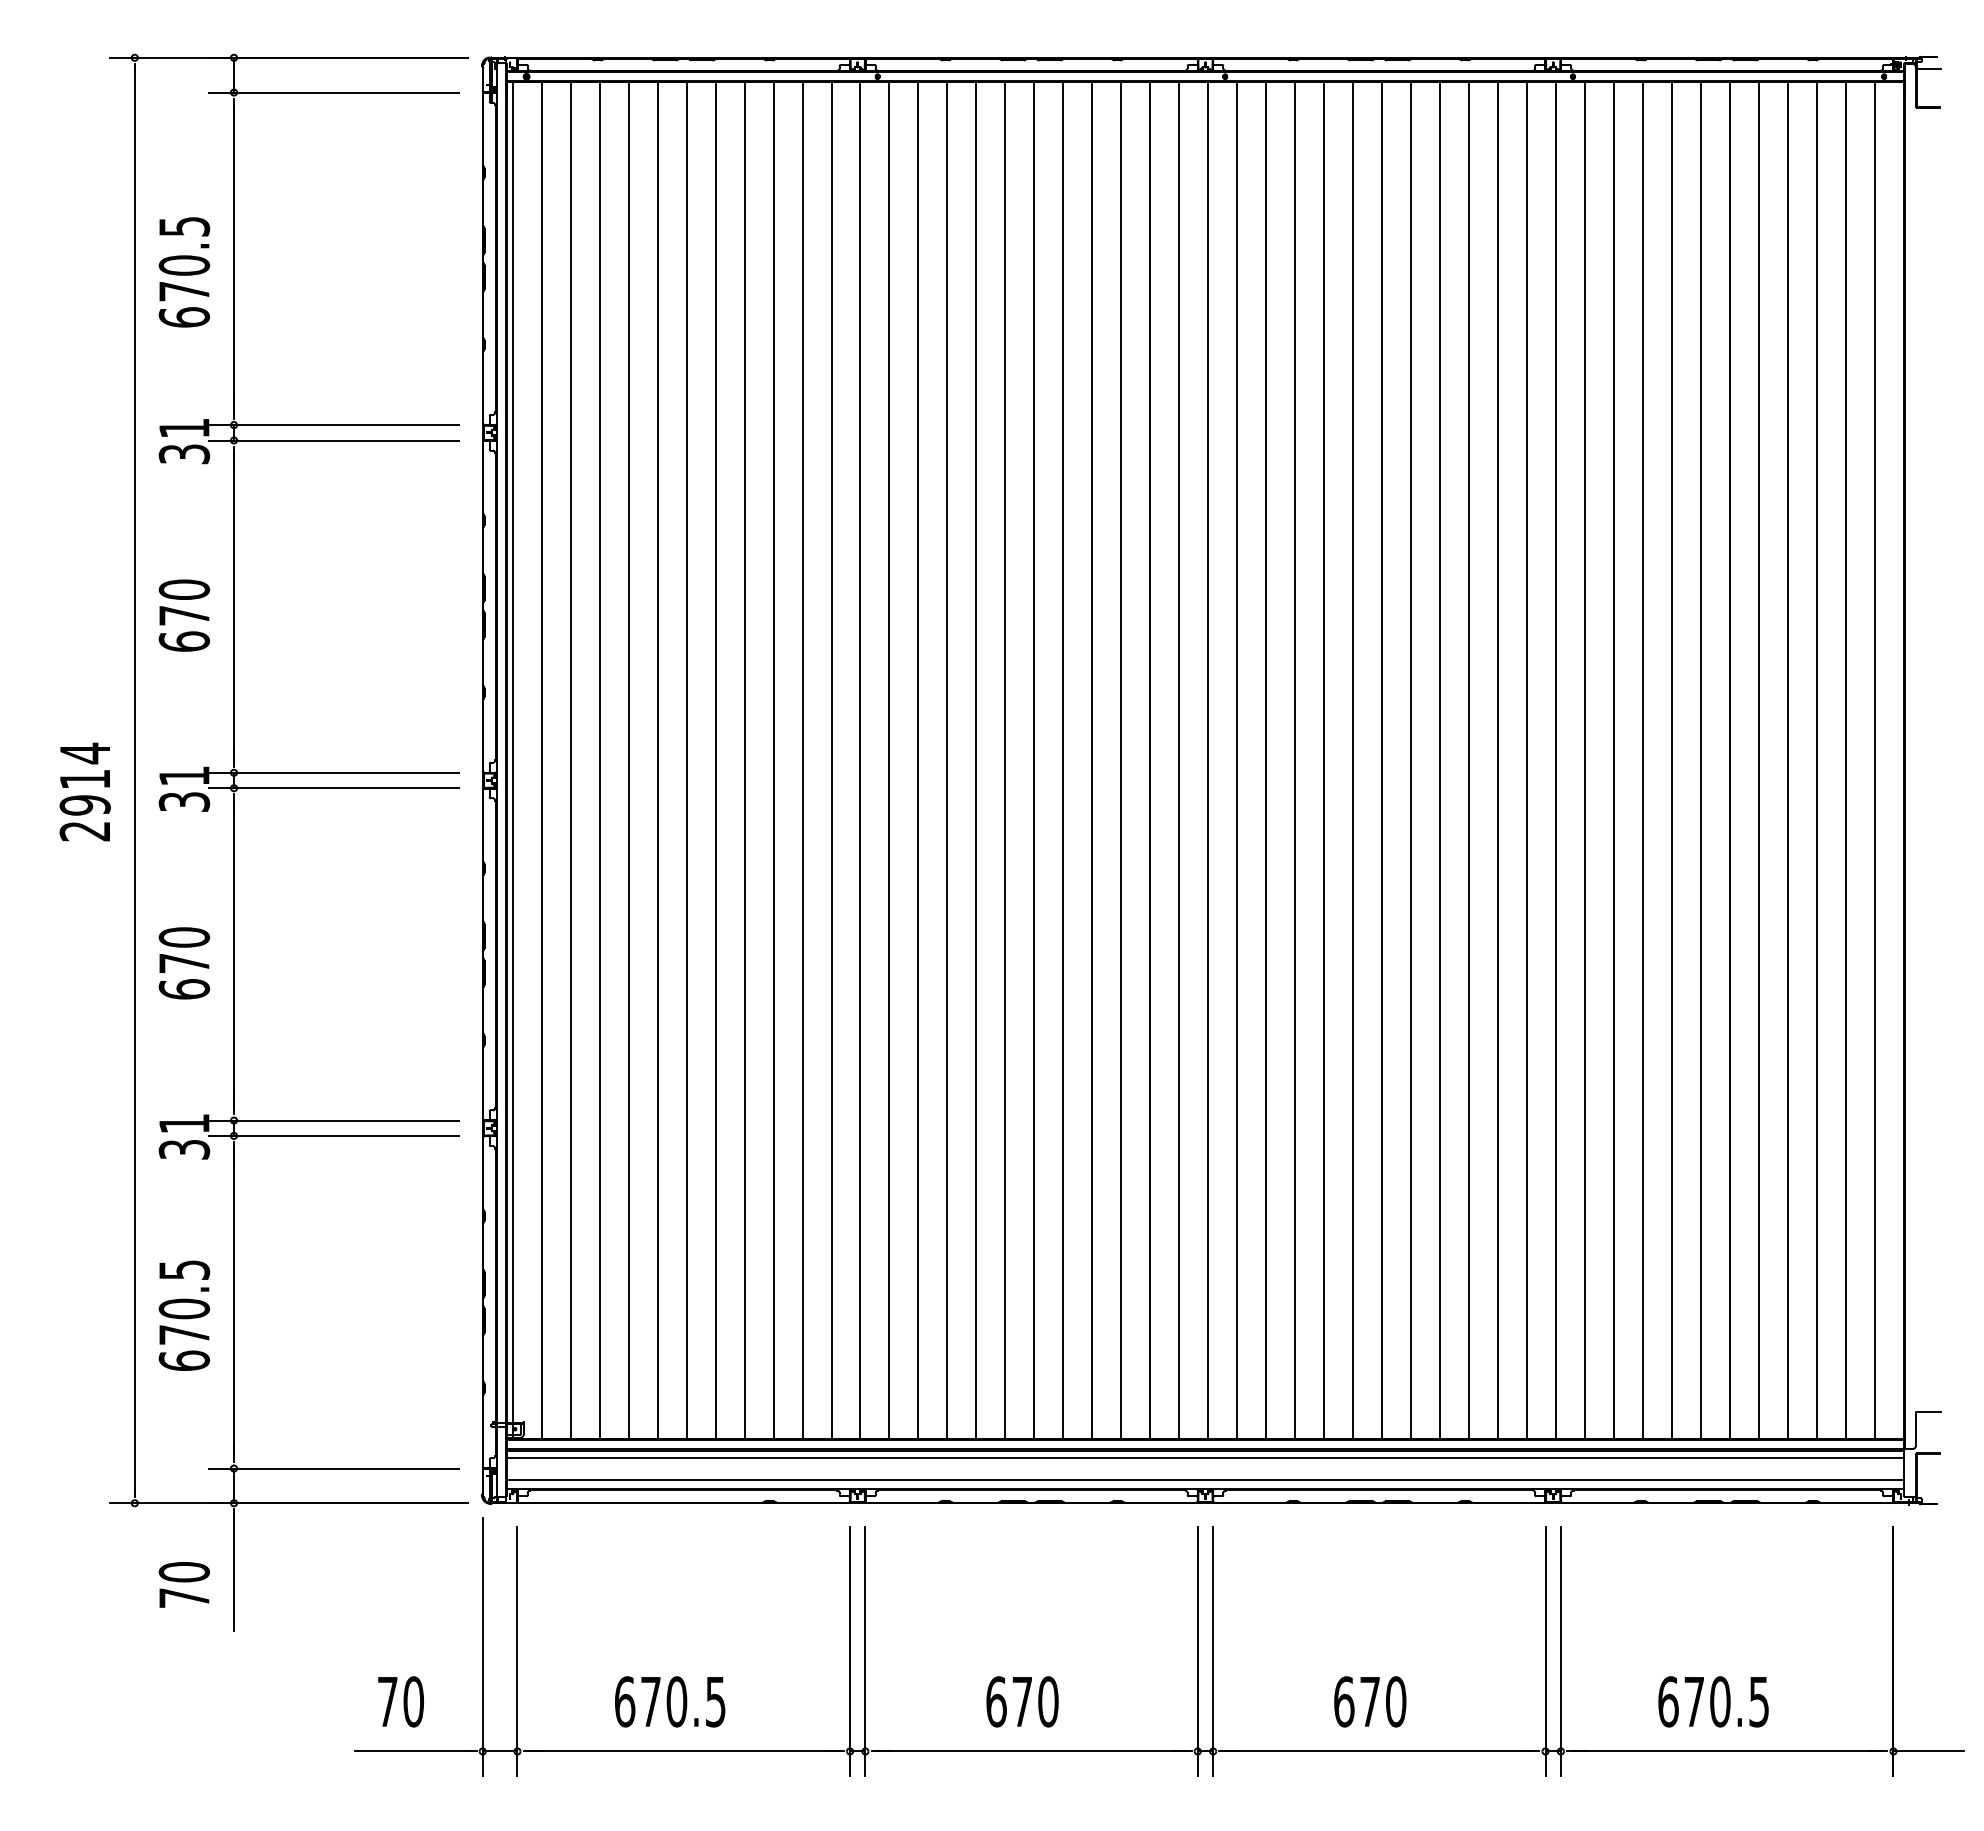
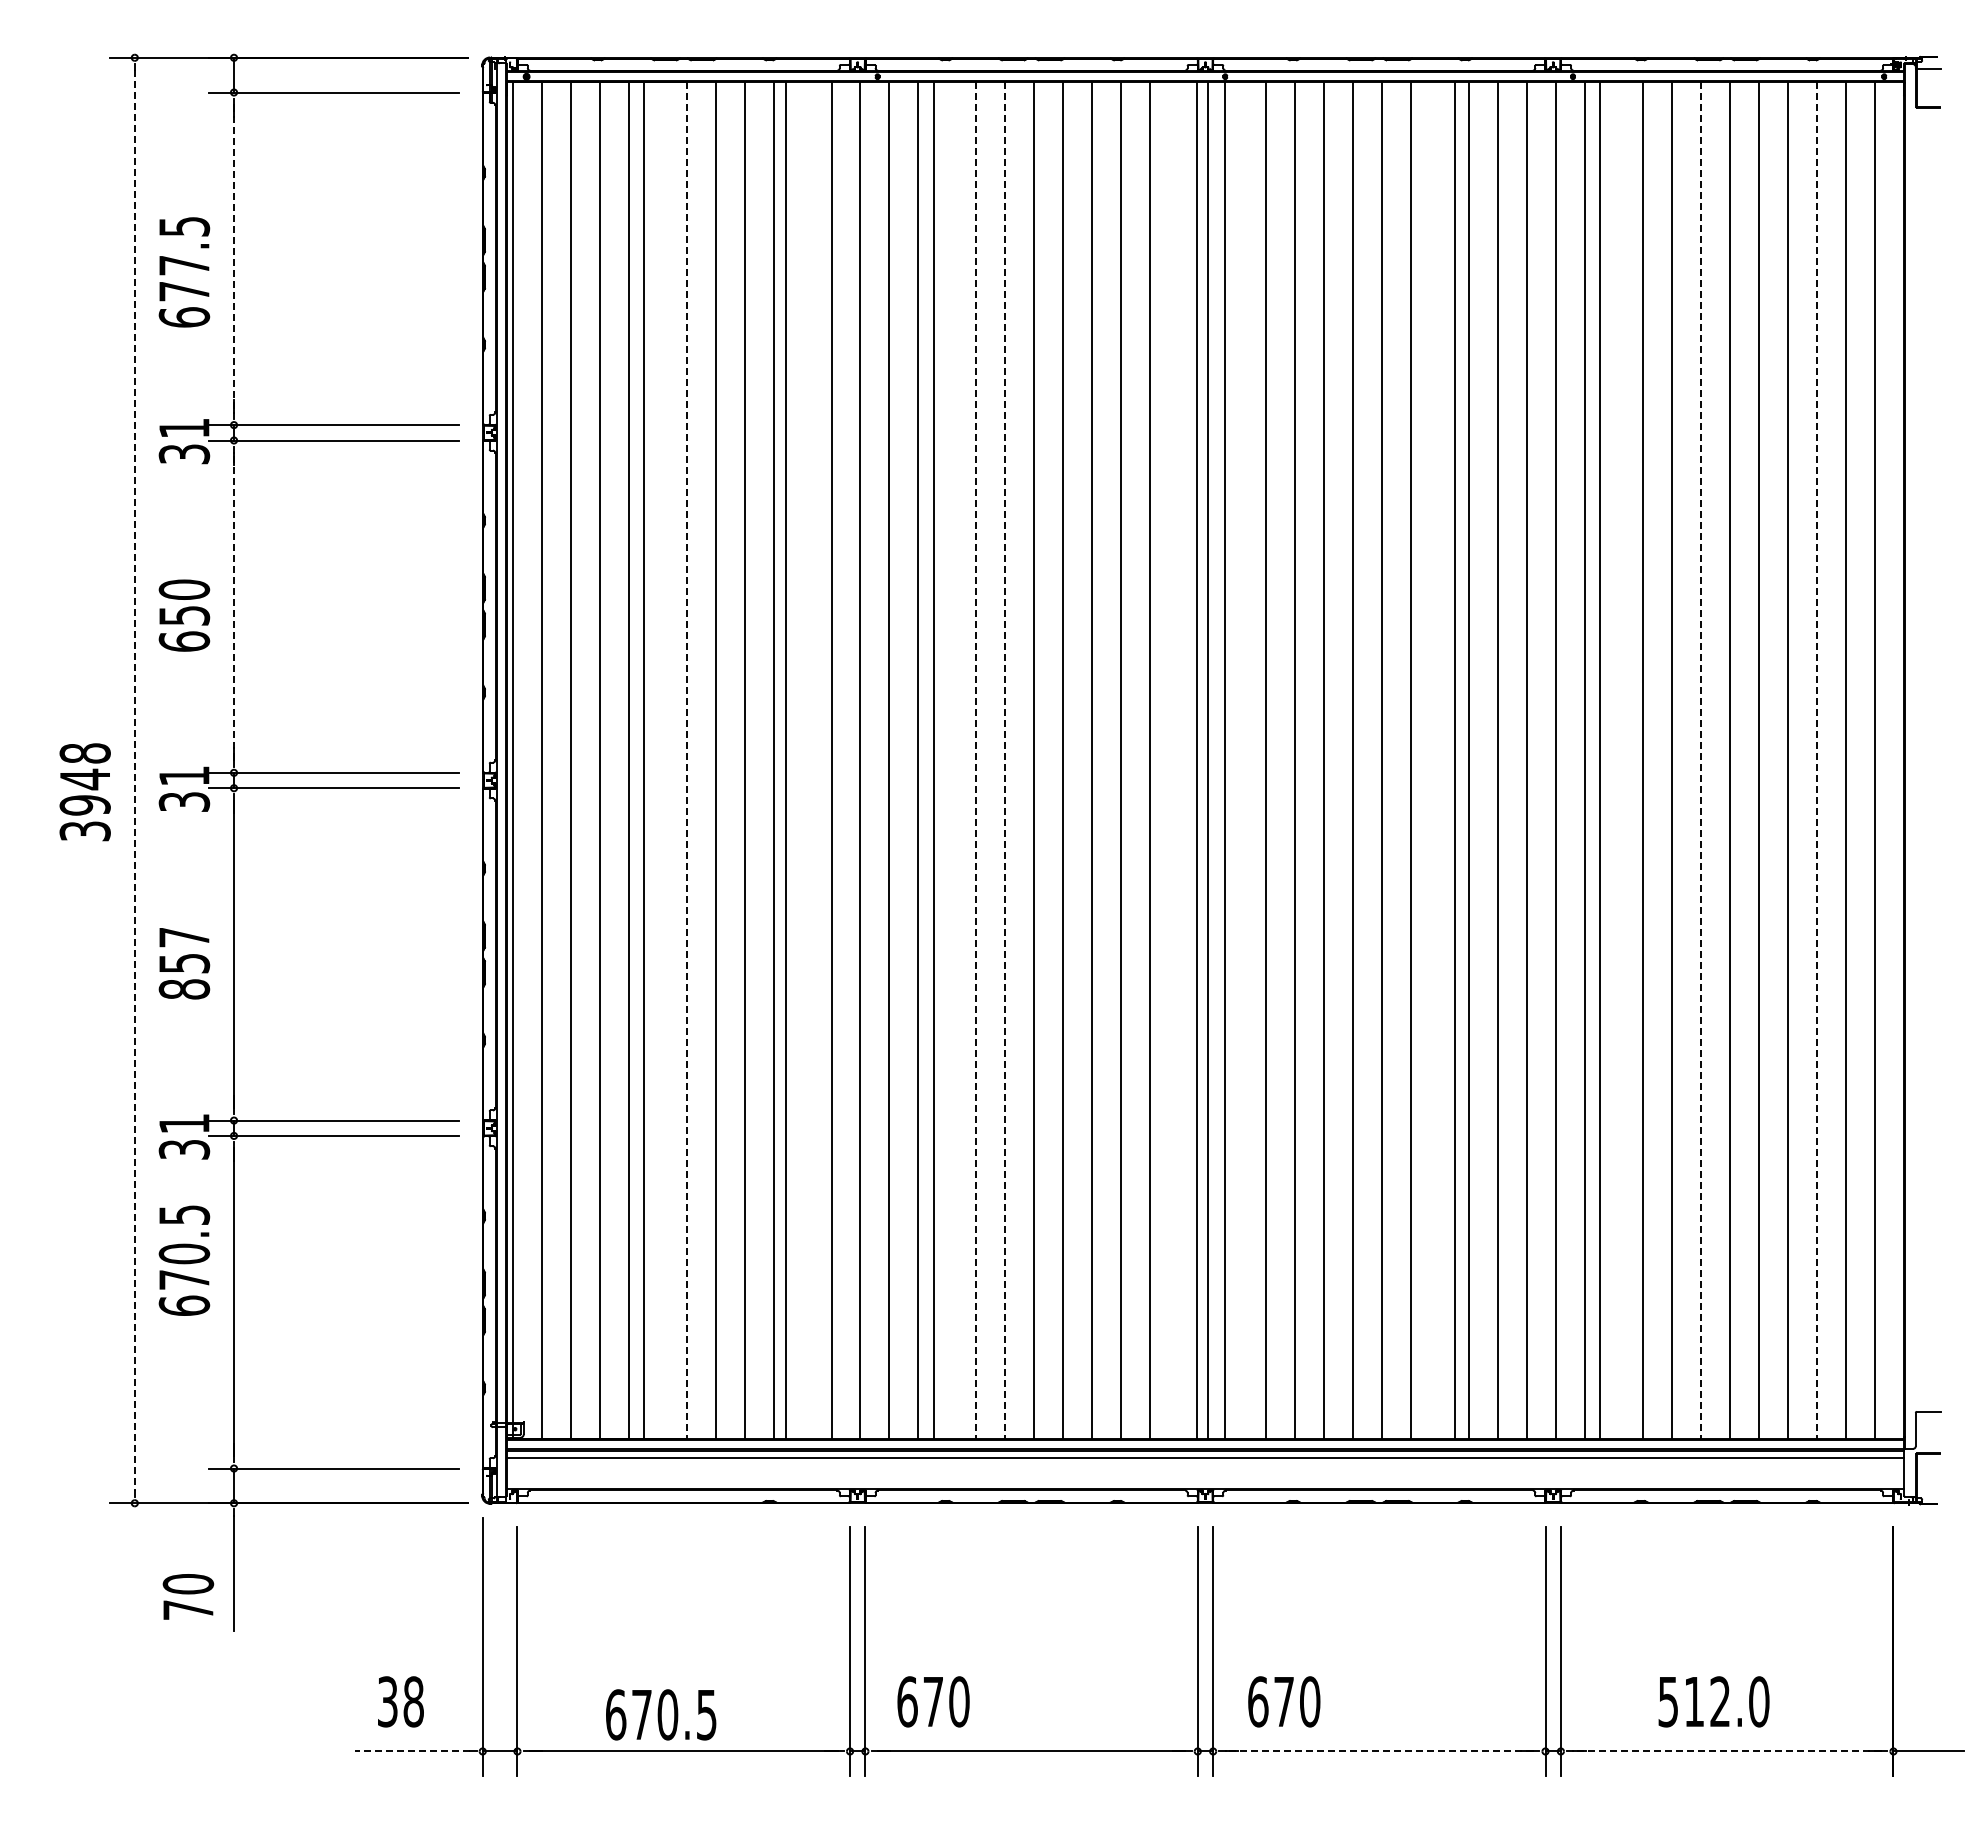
line at (234, 258): solid -> dashed
text at (184, 265): 670.5 -> 677.5
line at (234, 606): solid -> dashed
text at (184, 615): 670 -> 650
line at (657, 759) position: (657, 759) -> (643, 759)
line at (802, 759) position: (802, 759) -> (785, 759)
line at (947, 759) position: (947, 759) -> (934, 759)
line at (1179, 759) position: (1179, 759) -> (1197, 759)
line at (1237, 759) position: (1237, 759) -> (1225, 759)
line at (1439, 759) position: (1439, 759) -> (1454, 759)
line at (1613, 759) position: (1613, 759) -> (1599, 759)
line at (686, 760): solid -> dashed
line at (976, 760): solid -> dashed
line at (1005, 760): solid -> dashed
line at (1700, 760): solid -> dashed
line at (1816, 760): solid -> dashed
line at (134, 781): solid -> dashed
text at (84, 791): 2914 -> 3948
text at (184, 963): 670 -> 857
text at (184, 1315) position: (184, 1315) -> (184, 1260)
line at (1205, 1480): present -> none
text at (184, 1584) position: (184, 1584) -> (188, 1596)
text at (401, 1701): 70 -> 38
text at (670, 1701) position: (670, 1701) -> (661, 1714)
text at (1022, 1701) position: (1022, 1701) -> (933, 1701)
text at (1370, 1701) position: (1370, 1701) -> (1284, 1701)
text at (1713, 1701): 670.5 -> 512.0
line at (412, 1751): solid -> dashed
line at (1379, 1751): solid -> dashed
line at (1727, 1751): solid -> dashed
